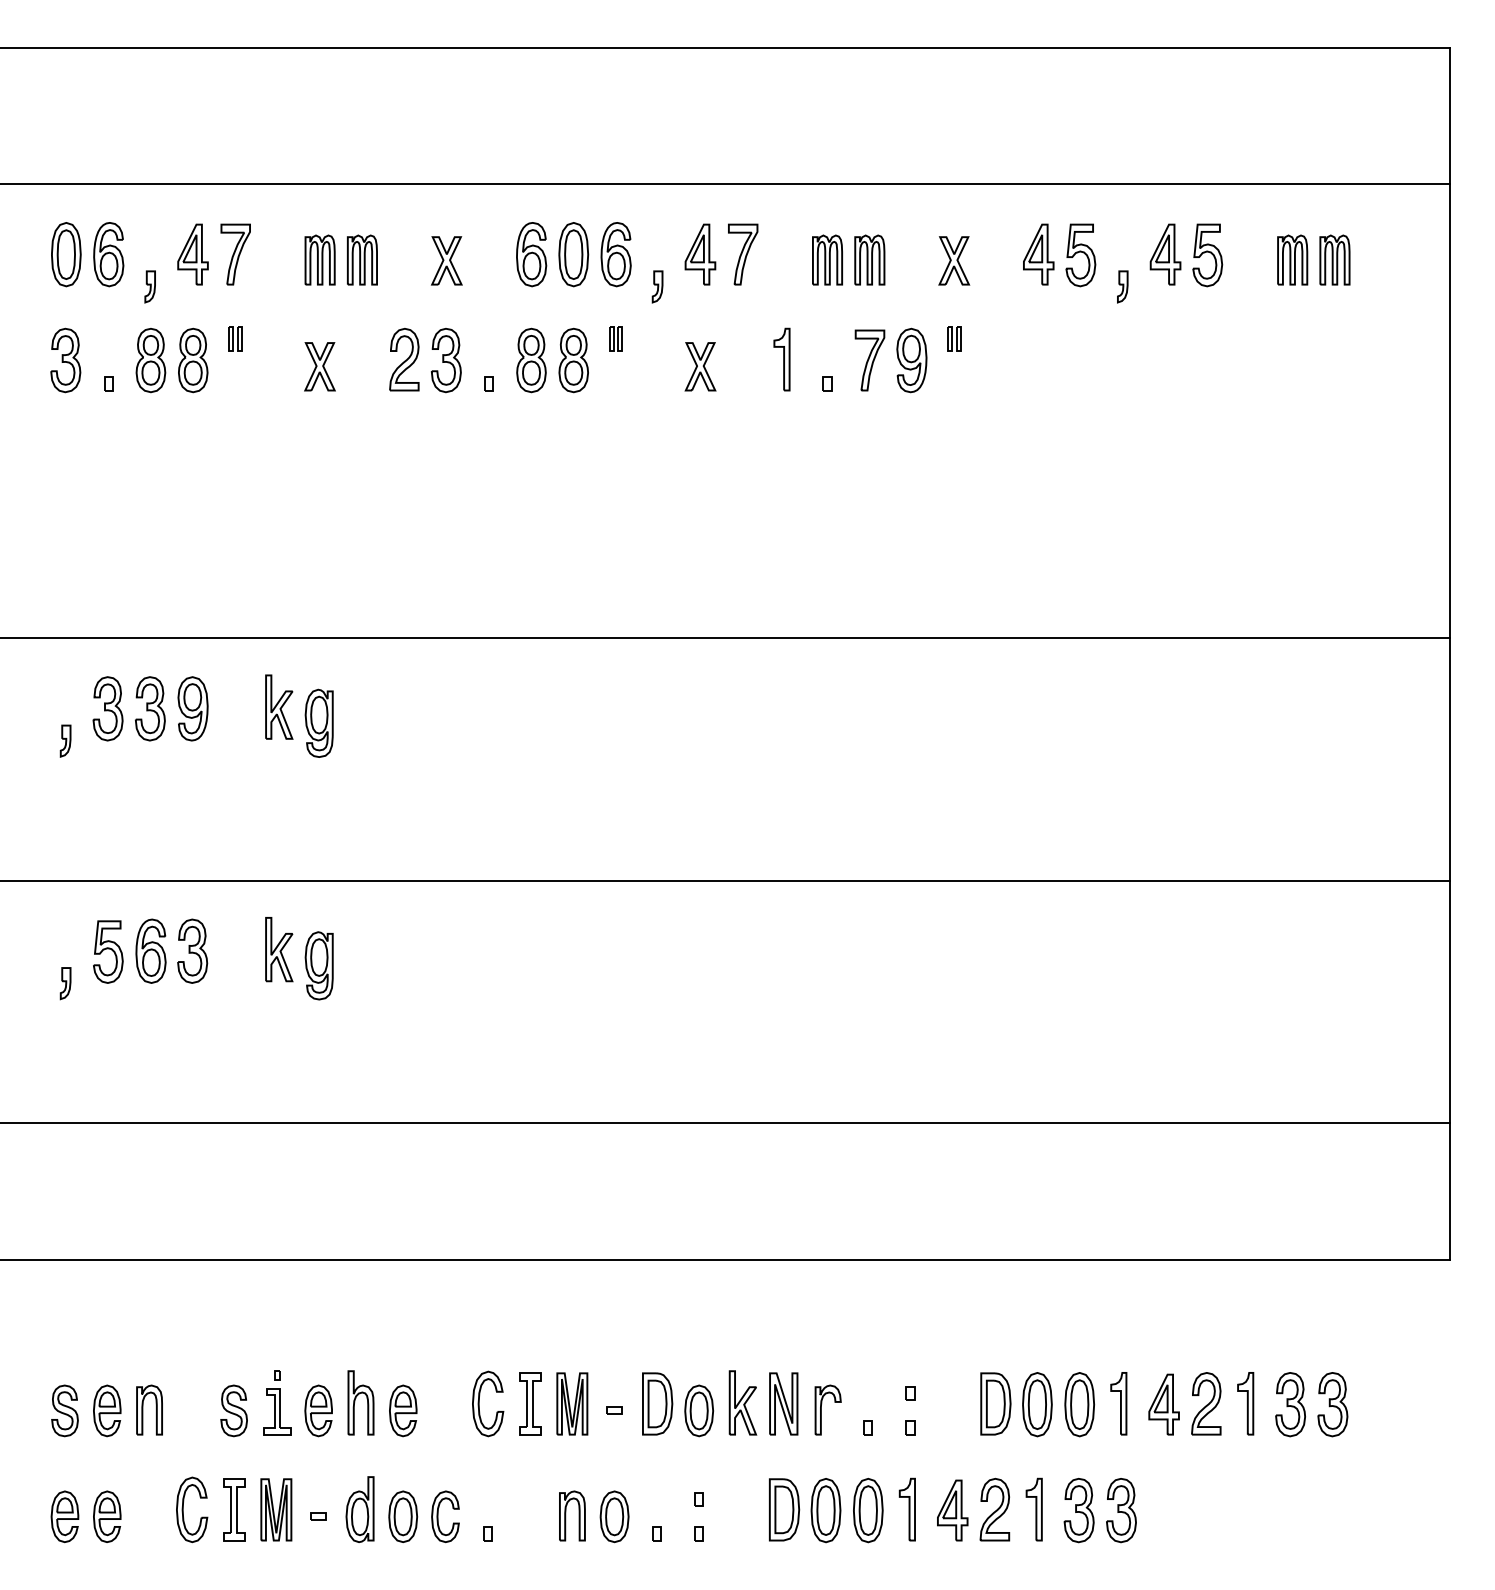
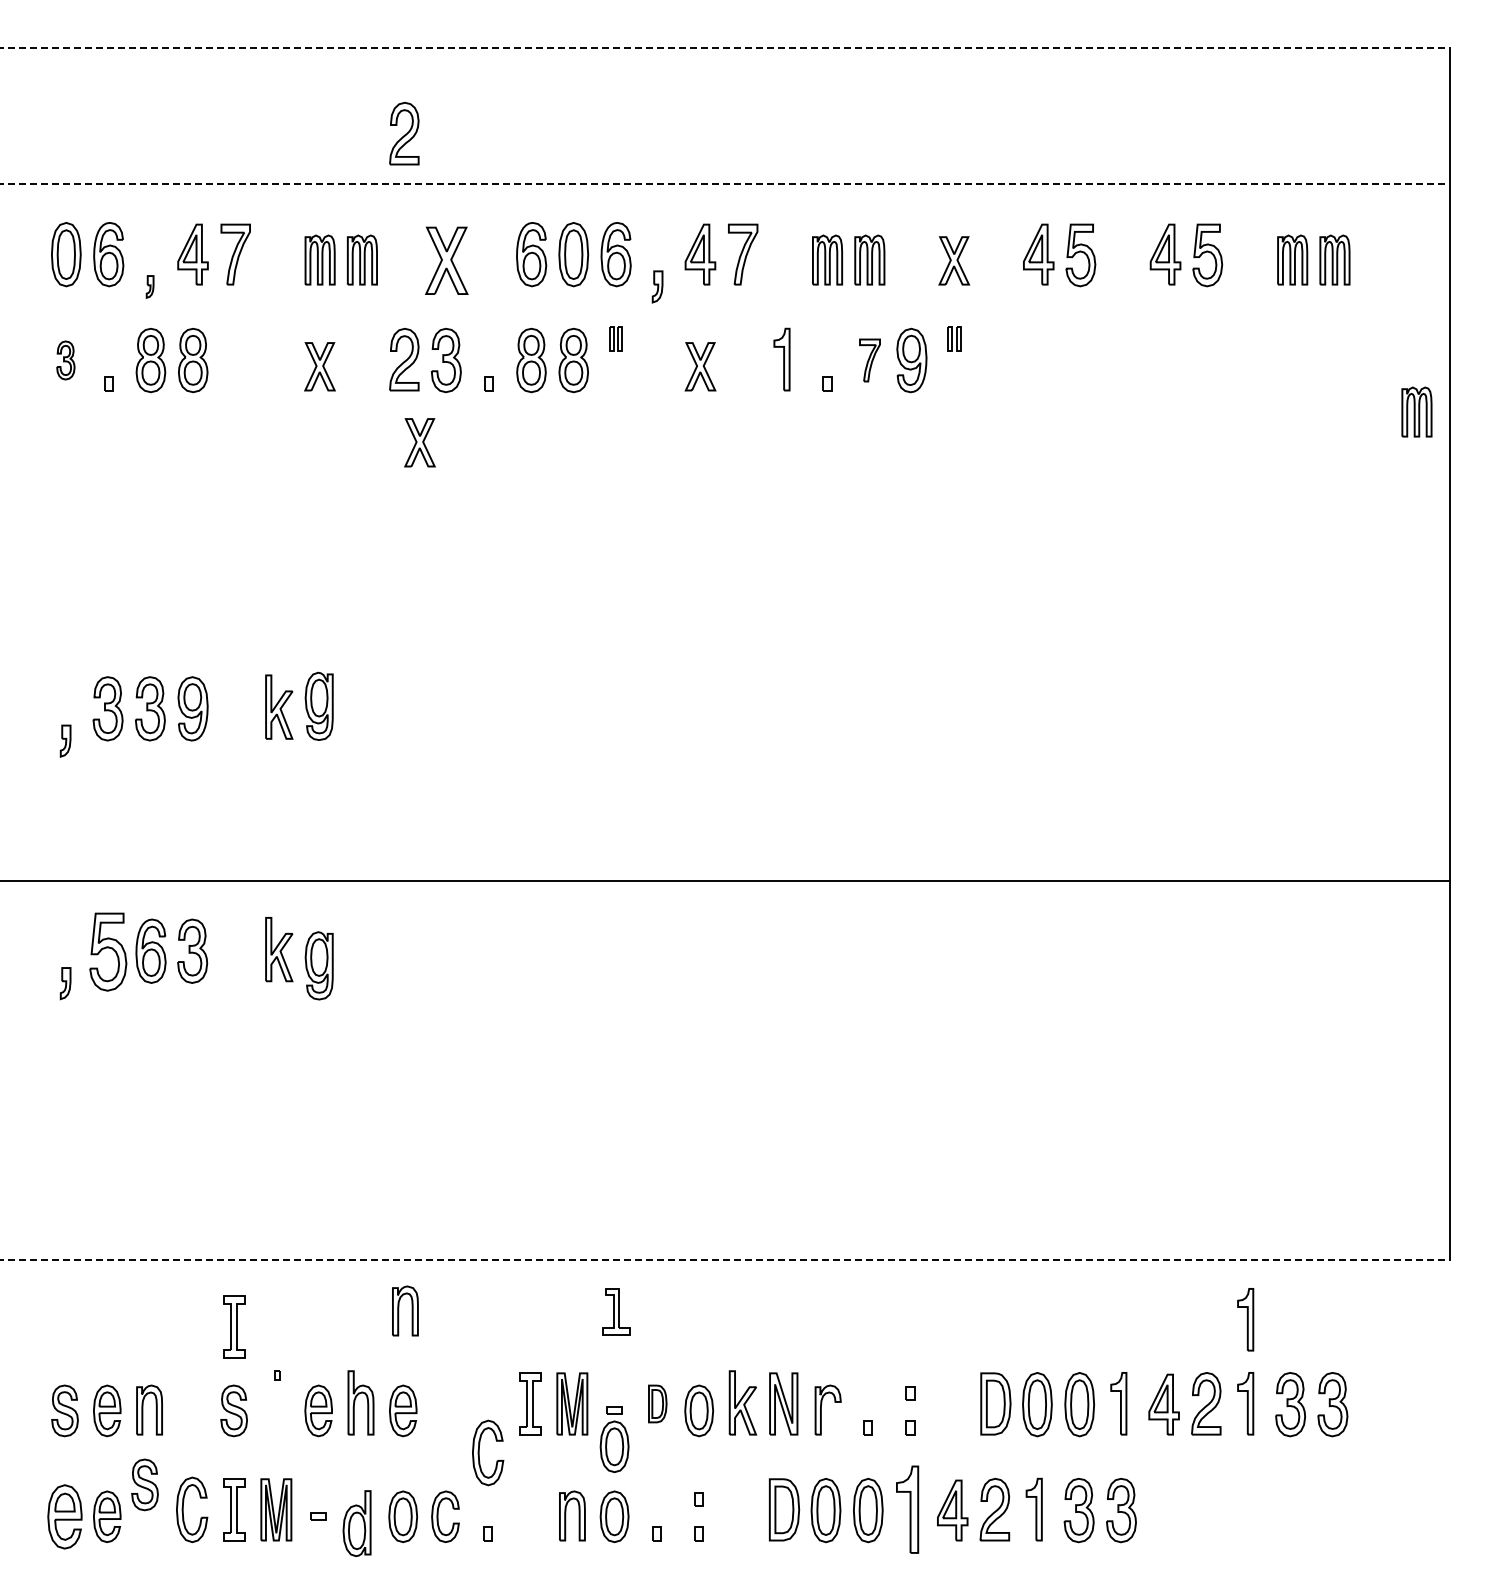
line at (725, 47): solid -> dashed
part at (404, 133): none -> present
line at (725, 184): solid -> dashed
part at (446, 260) size: 32x50 px -> 44x69 px
part at (149, 286) size: 12x34 px -> 10x24 px
part at (1122, 286): present -> none
part at (235, 338): present -> none
part at (65, 360) size: 32x67 px -> 20x41 px
part at (869, 360) size: 32x63 px -> 22x45 px
part at (1416, 411): none -> present
part at (419, 442): none -> present
line at (725, 638): present -> none
part at (318, 722) position: (318, 722) -> (318, 705)
part at (108, 951) size: 31x64 px -> 39x80 px
line at (725, 1123): present -> none
line at (725, 1259): solid -> dashed
part at (405, 1310): none -> present
part at (1245, 1319): none -> present
part at (234, 1326): none -> present
part at (479, 1403) position: (479, 1403) -> (479, 1452)
part at (657, 1403) size: 32x64 px -> 20x40 px
part at (277, 1411) position: (277, 1411) -> (616, 1311)
part at (614, 1446): none -> present
part at (144, 1484): none -> present
part at (359, 1509) position: (359, 1509) -> (356, 1523)
part at (906, 1509) size: 18x65 px -> 24x89 px
part at (64, 1516) size: 30x53 px -> 36x66 px
